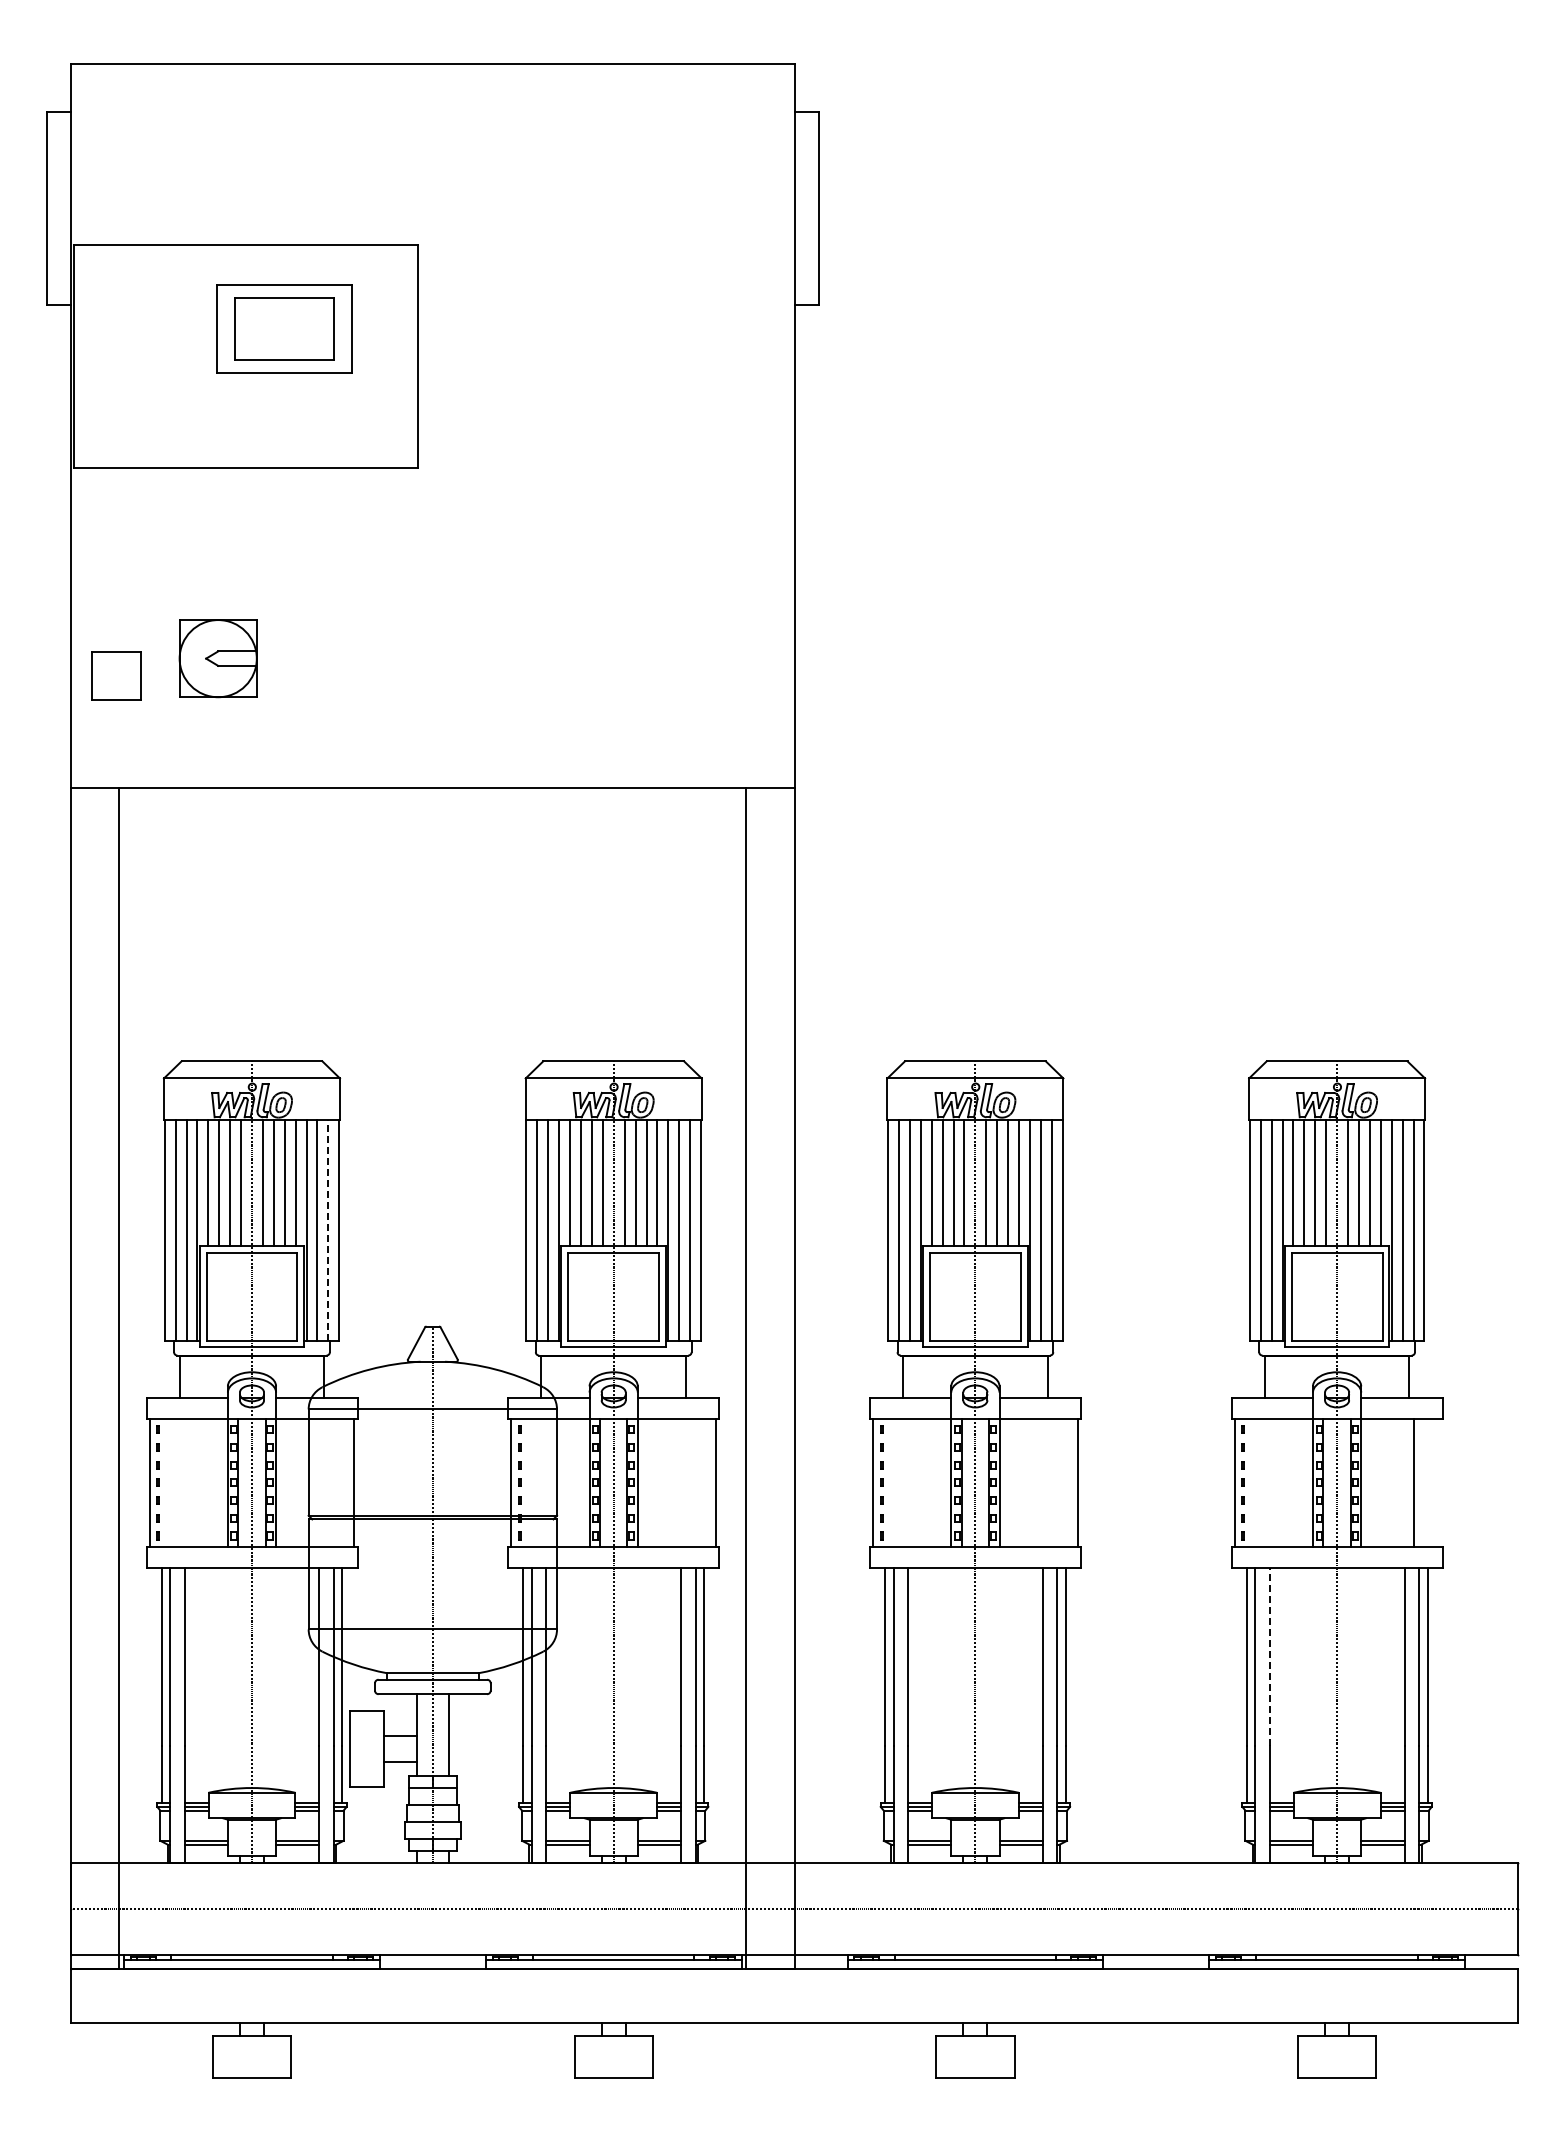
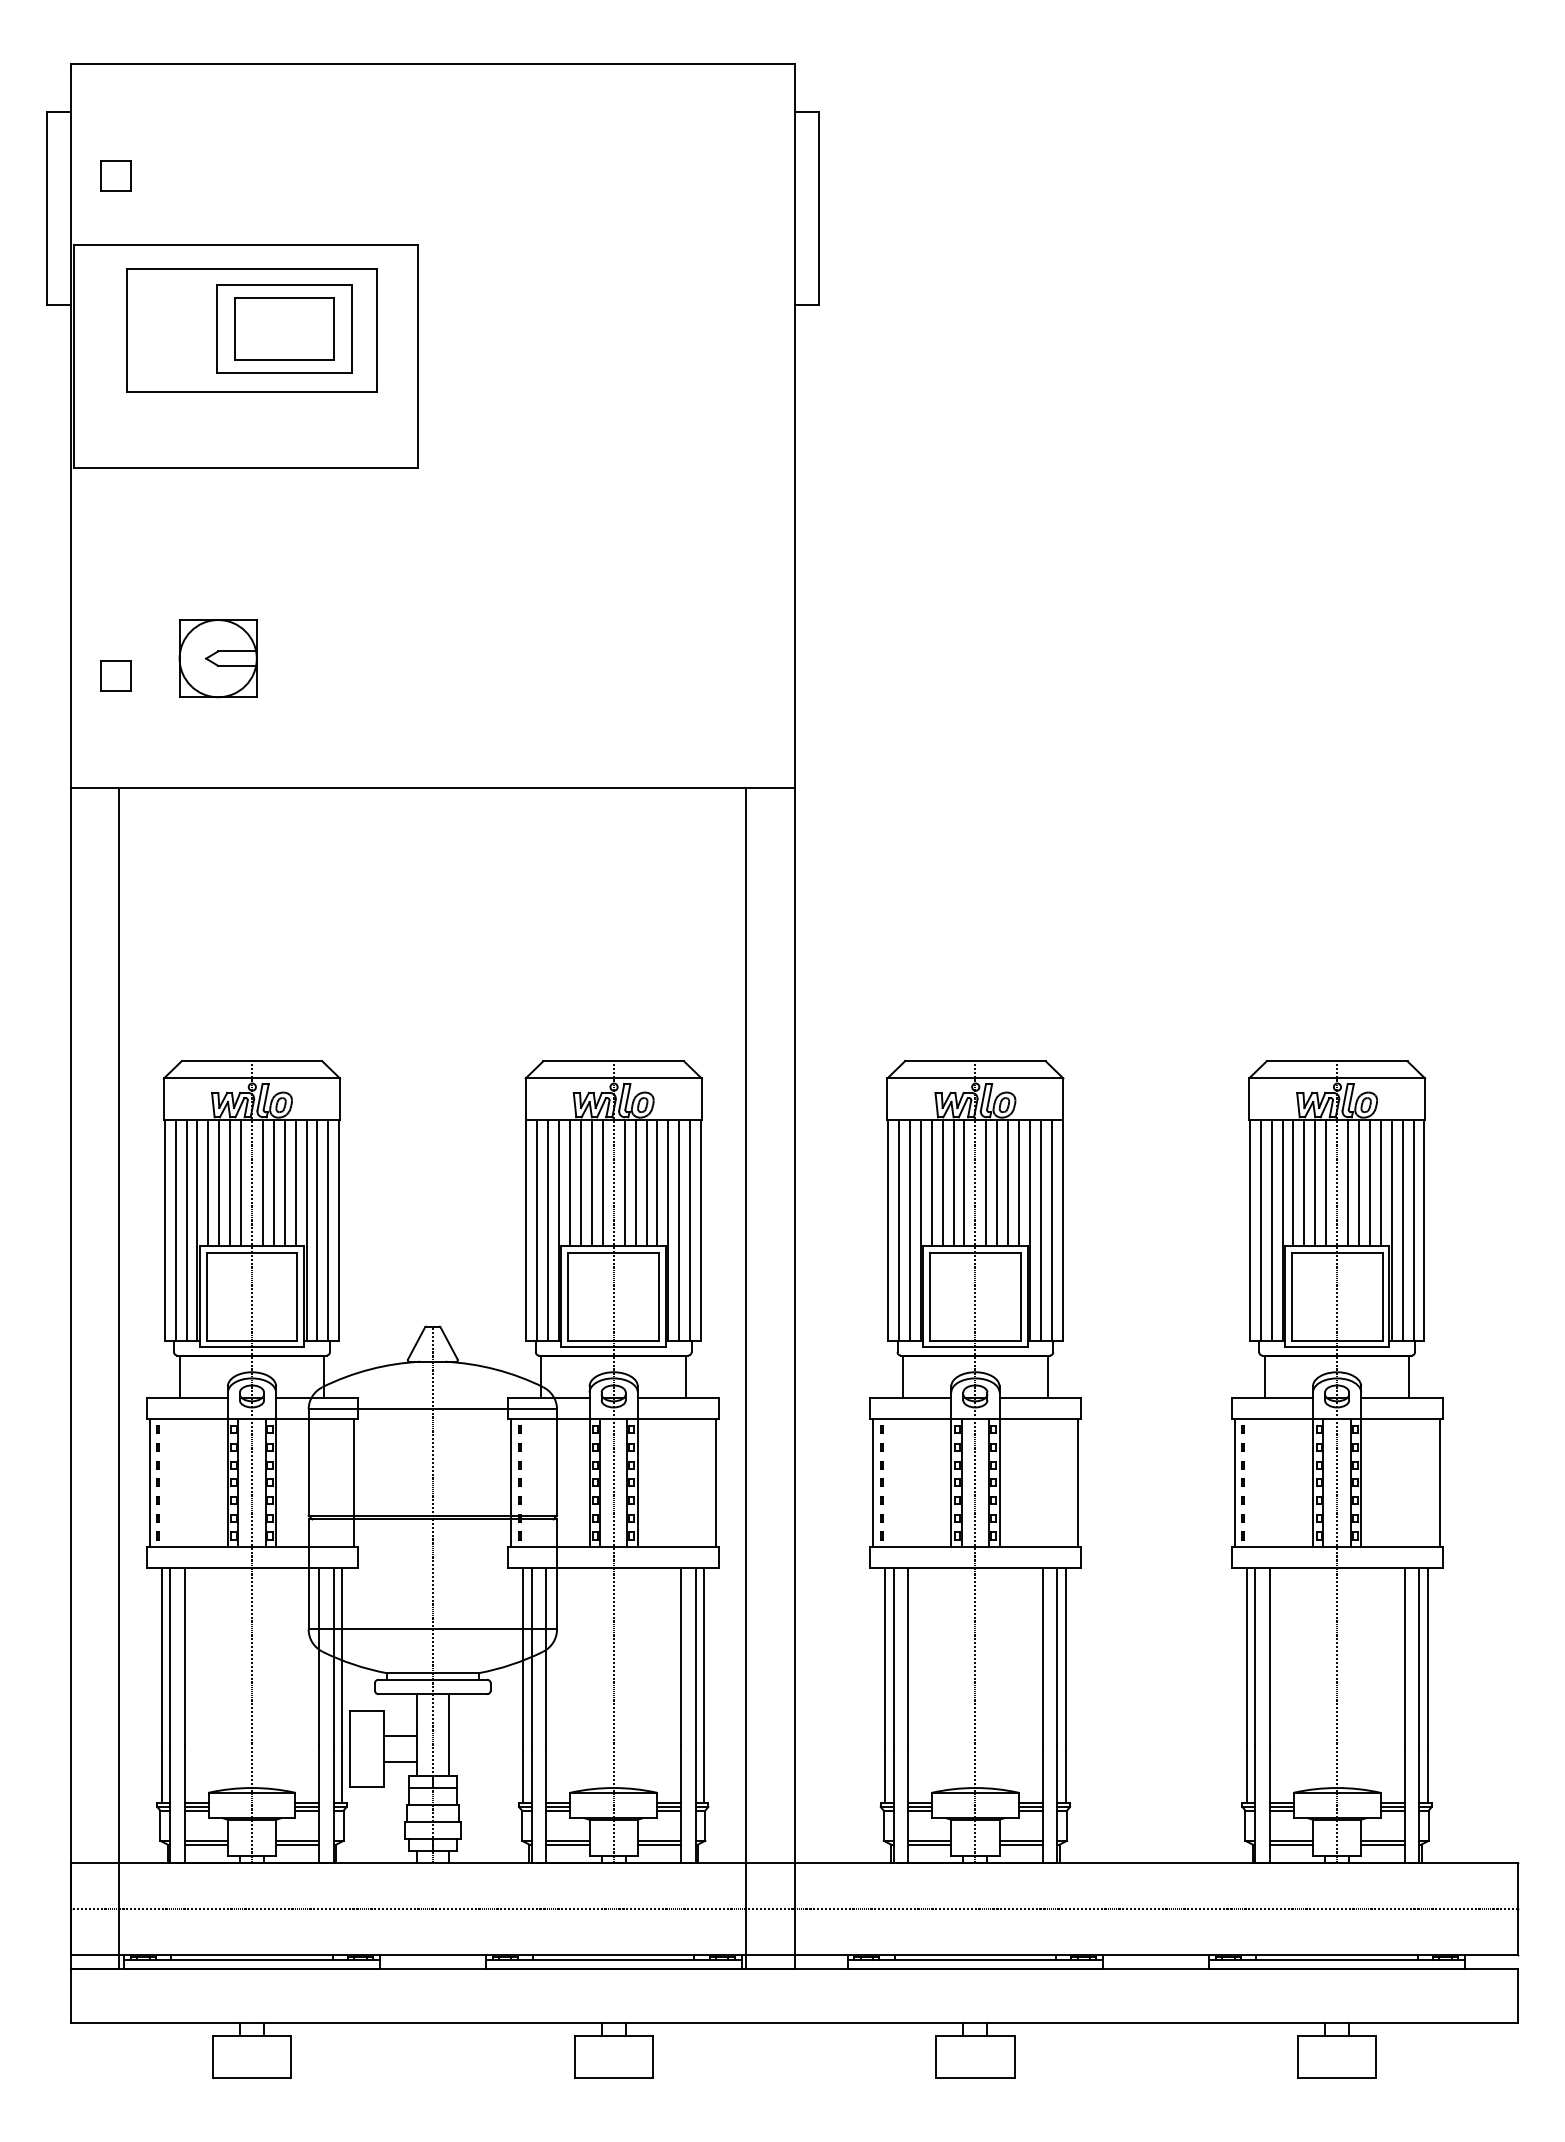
part at (115, 175): none -> present
part at (251, 330): none -> present
part at (116, 675) size: 51x50 px -> 32x32 px
line at (328, 1230): dashed -> solid
line at (1413, 1482) position: (1413, 1482) -> (1439, 1482)
line at (1269, 1656): dashed -> solid
